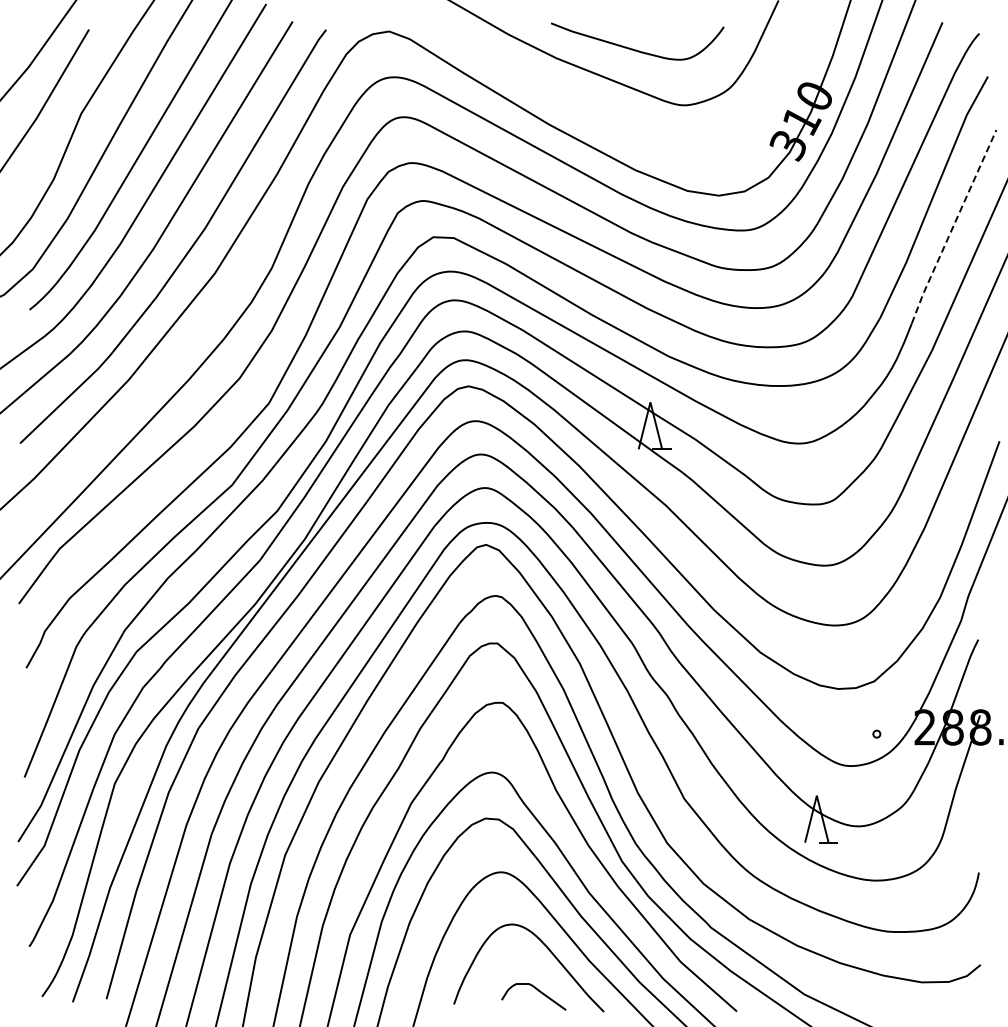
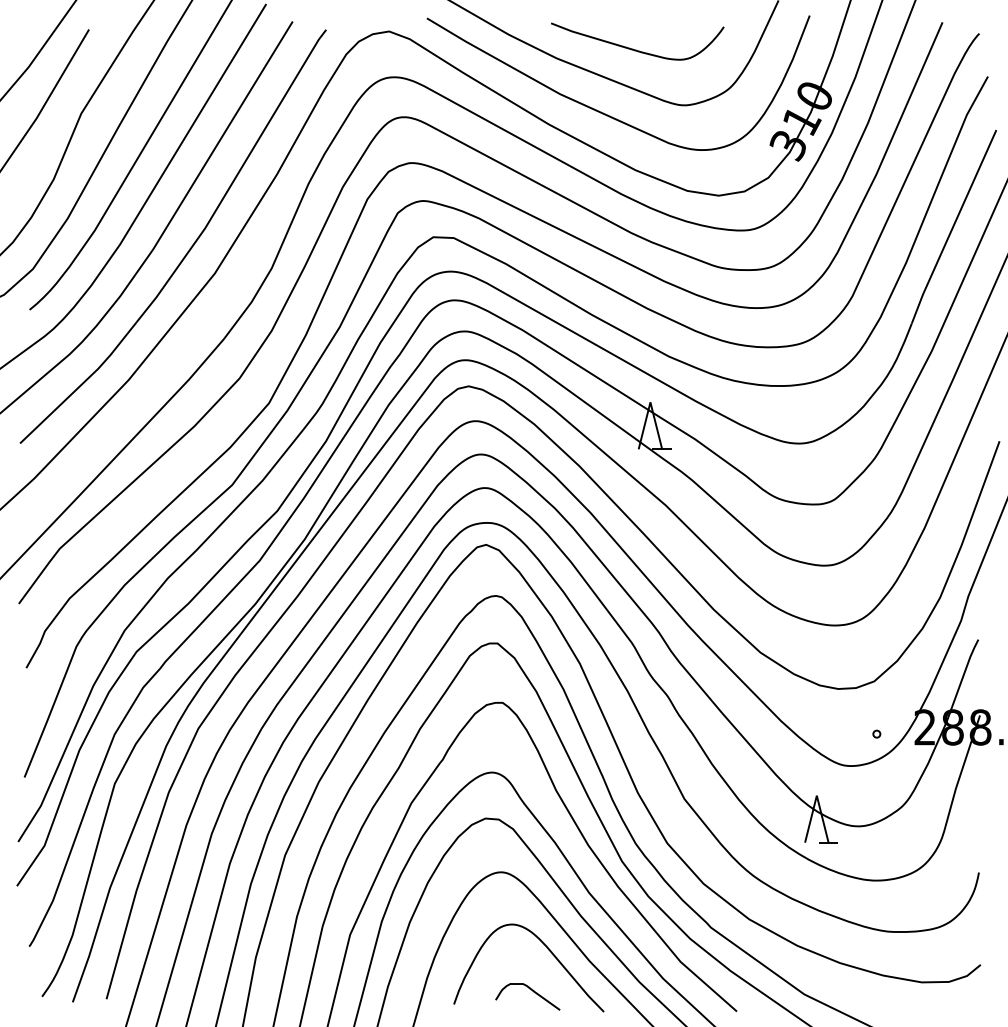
curve at (603, 112): none -> present
line at (953, 226): dashed -> solid
curve at (538, 991) position: (538, 991) -> (532, 991)
